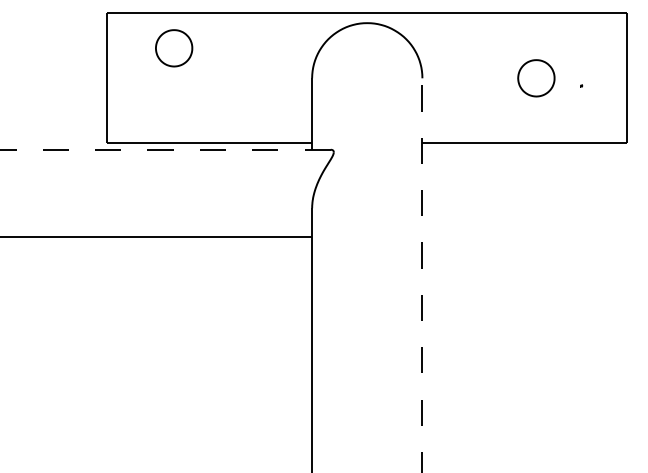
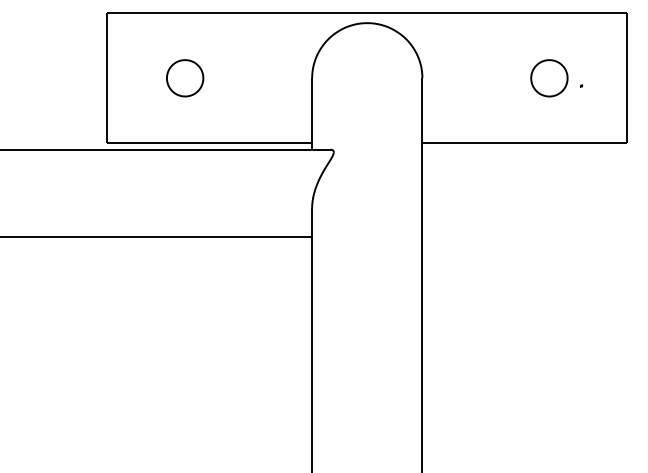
part at (174, 48) position: (174, 48) -> (185, 78)
part at (536, 78) position: (536, 78) -> (549, 78)
line at (165, 149): dashed -> solid
line at (422, 275): dashed -> solid
